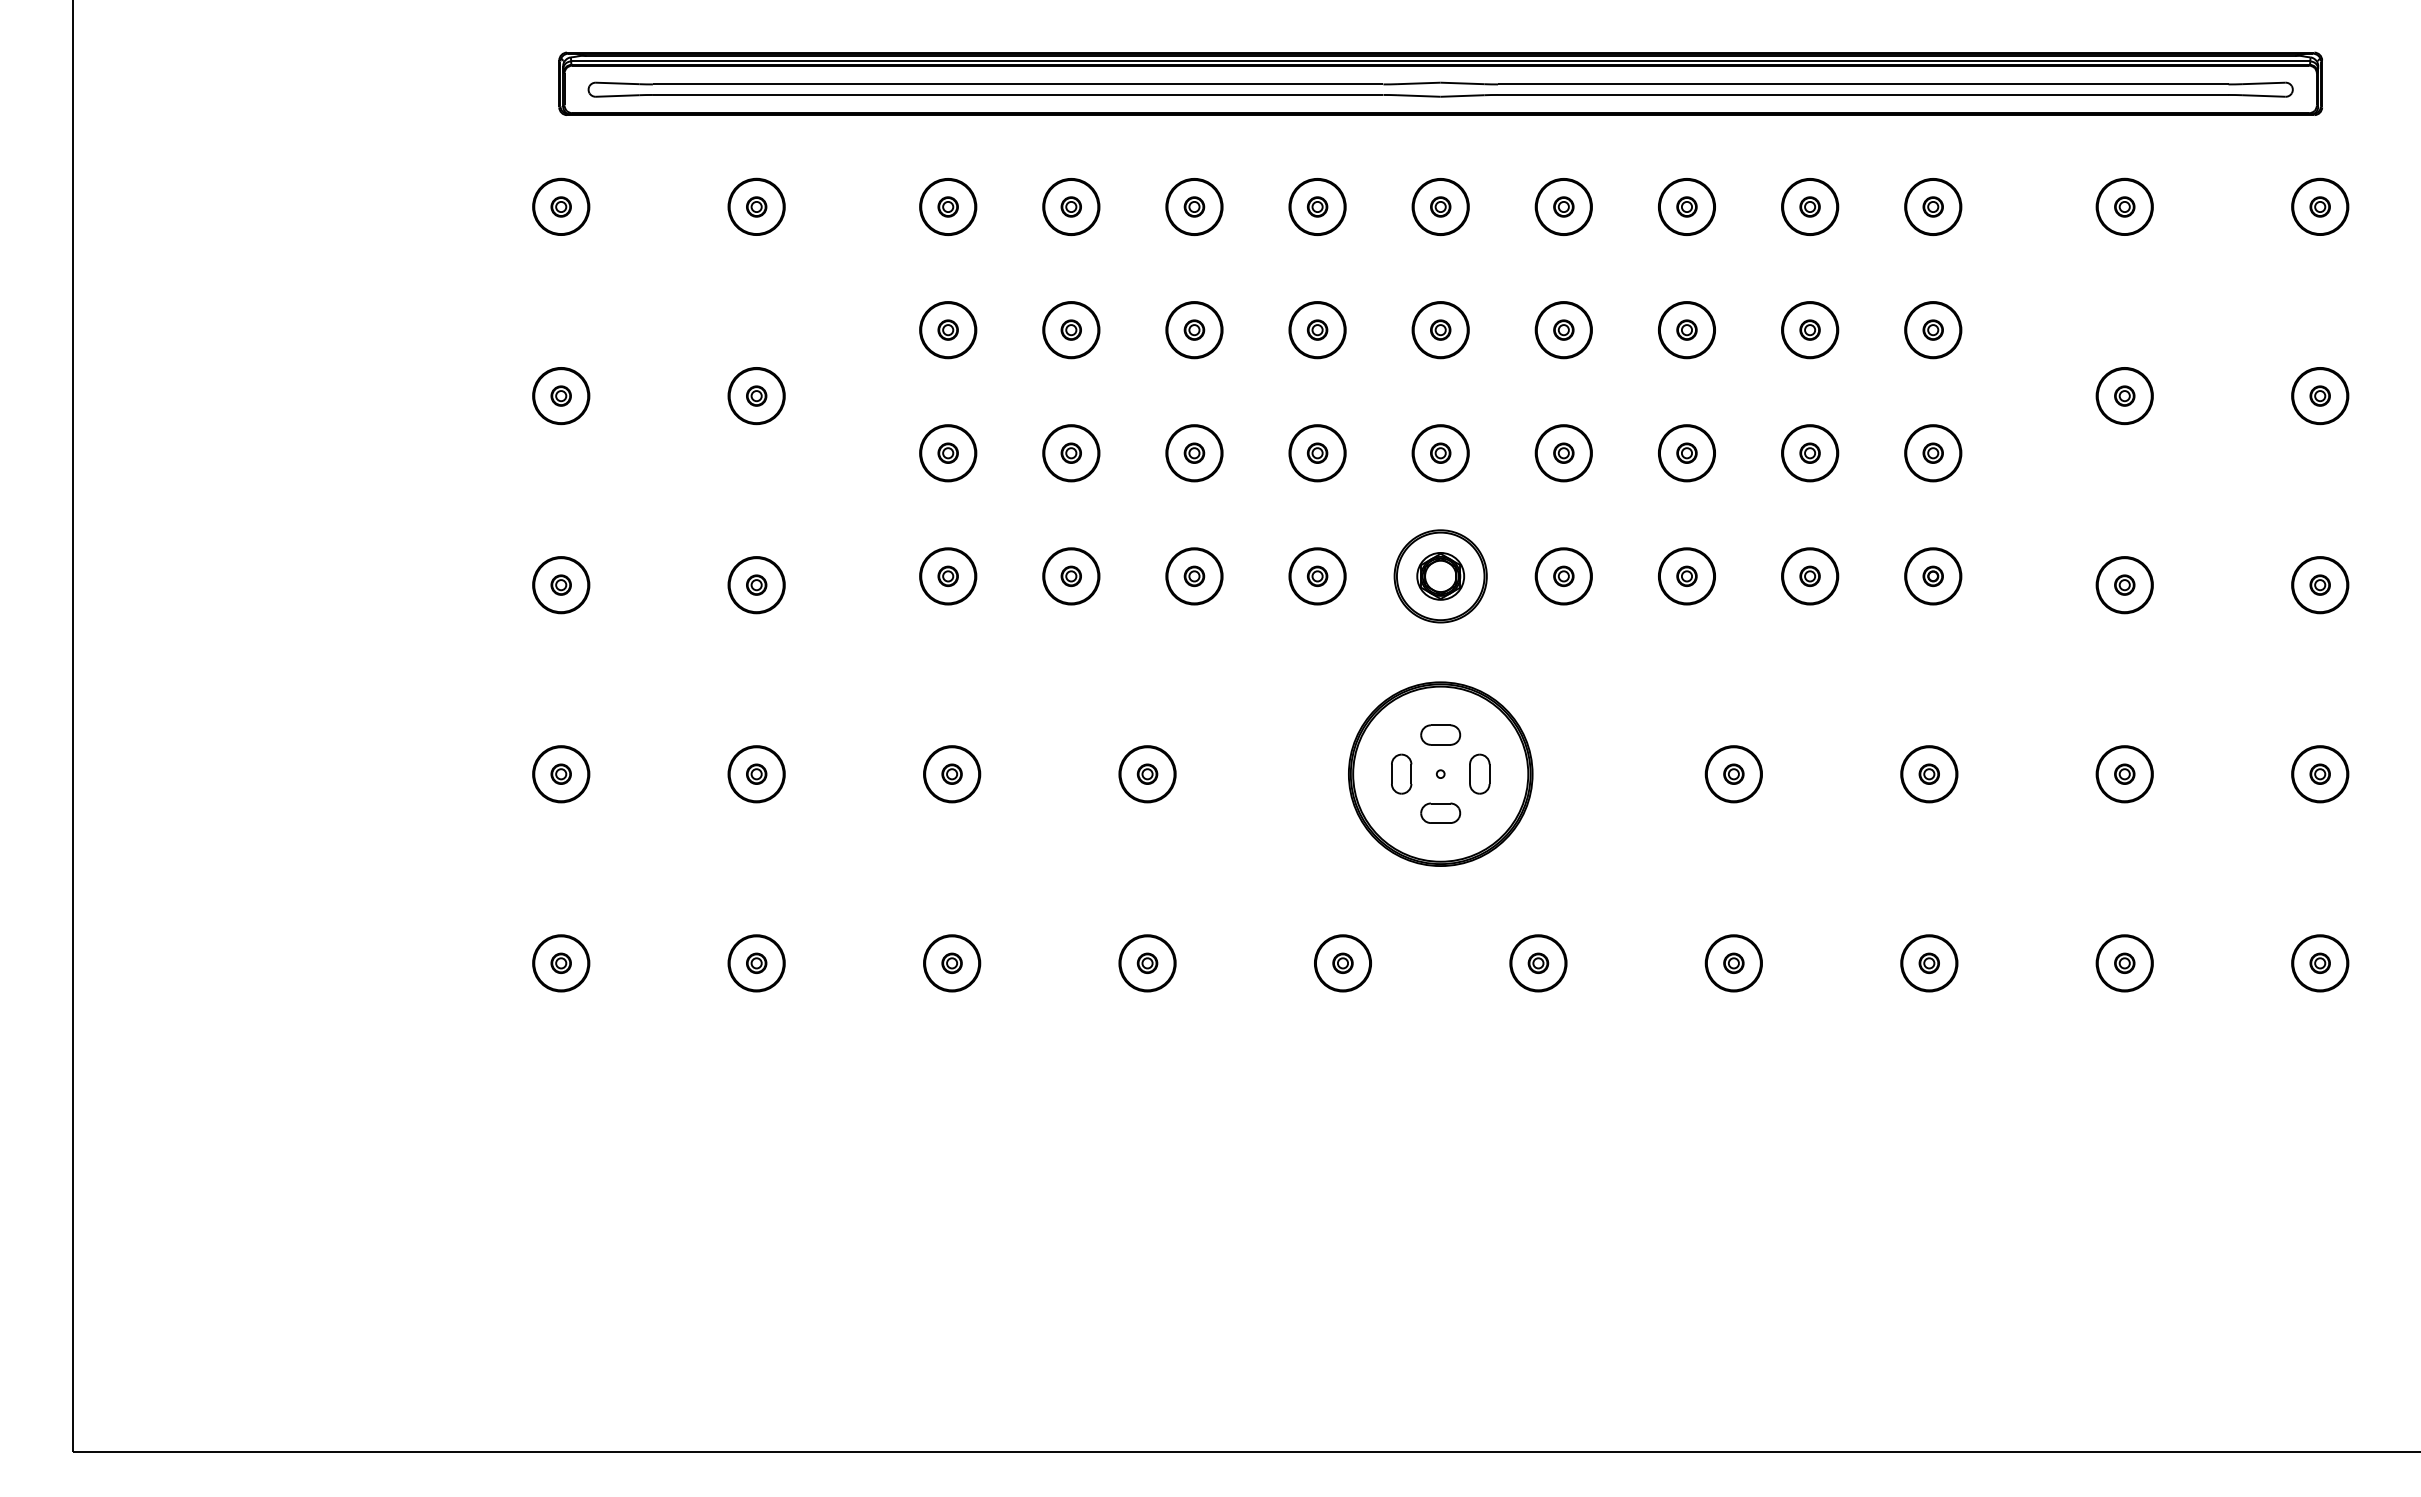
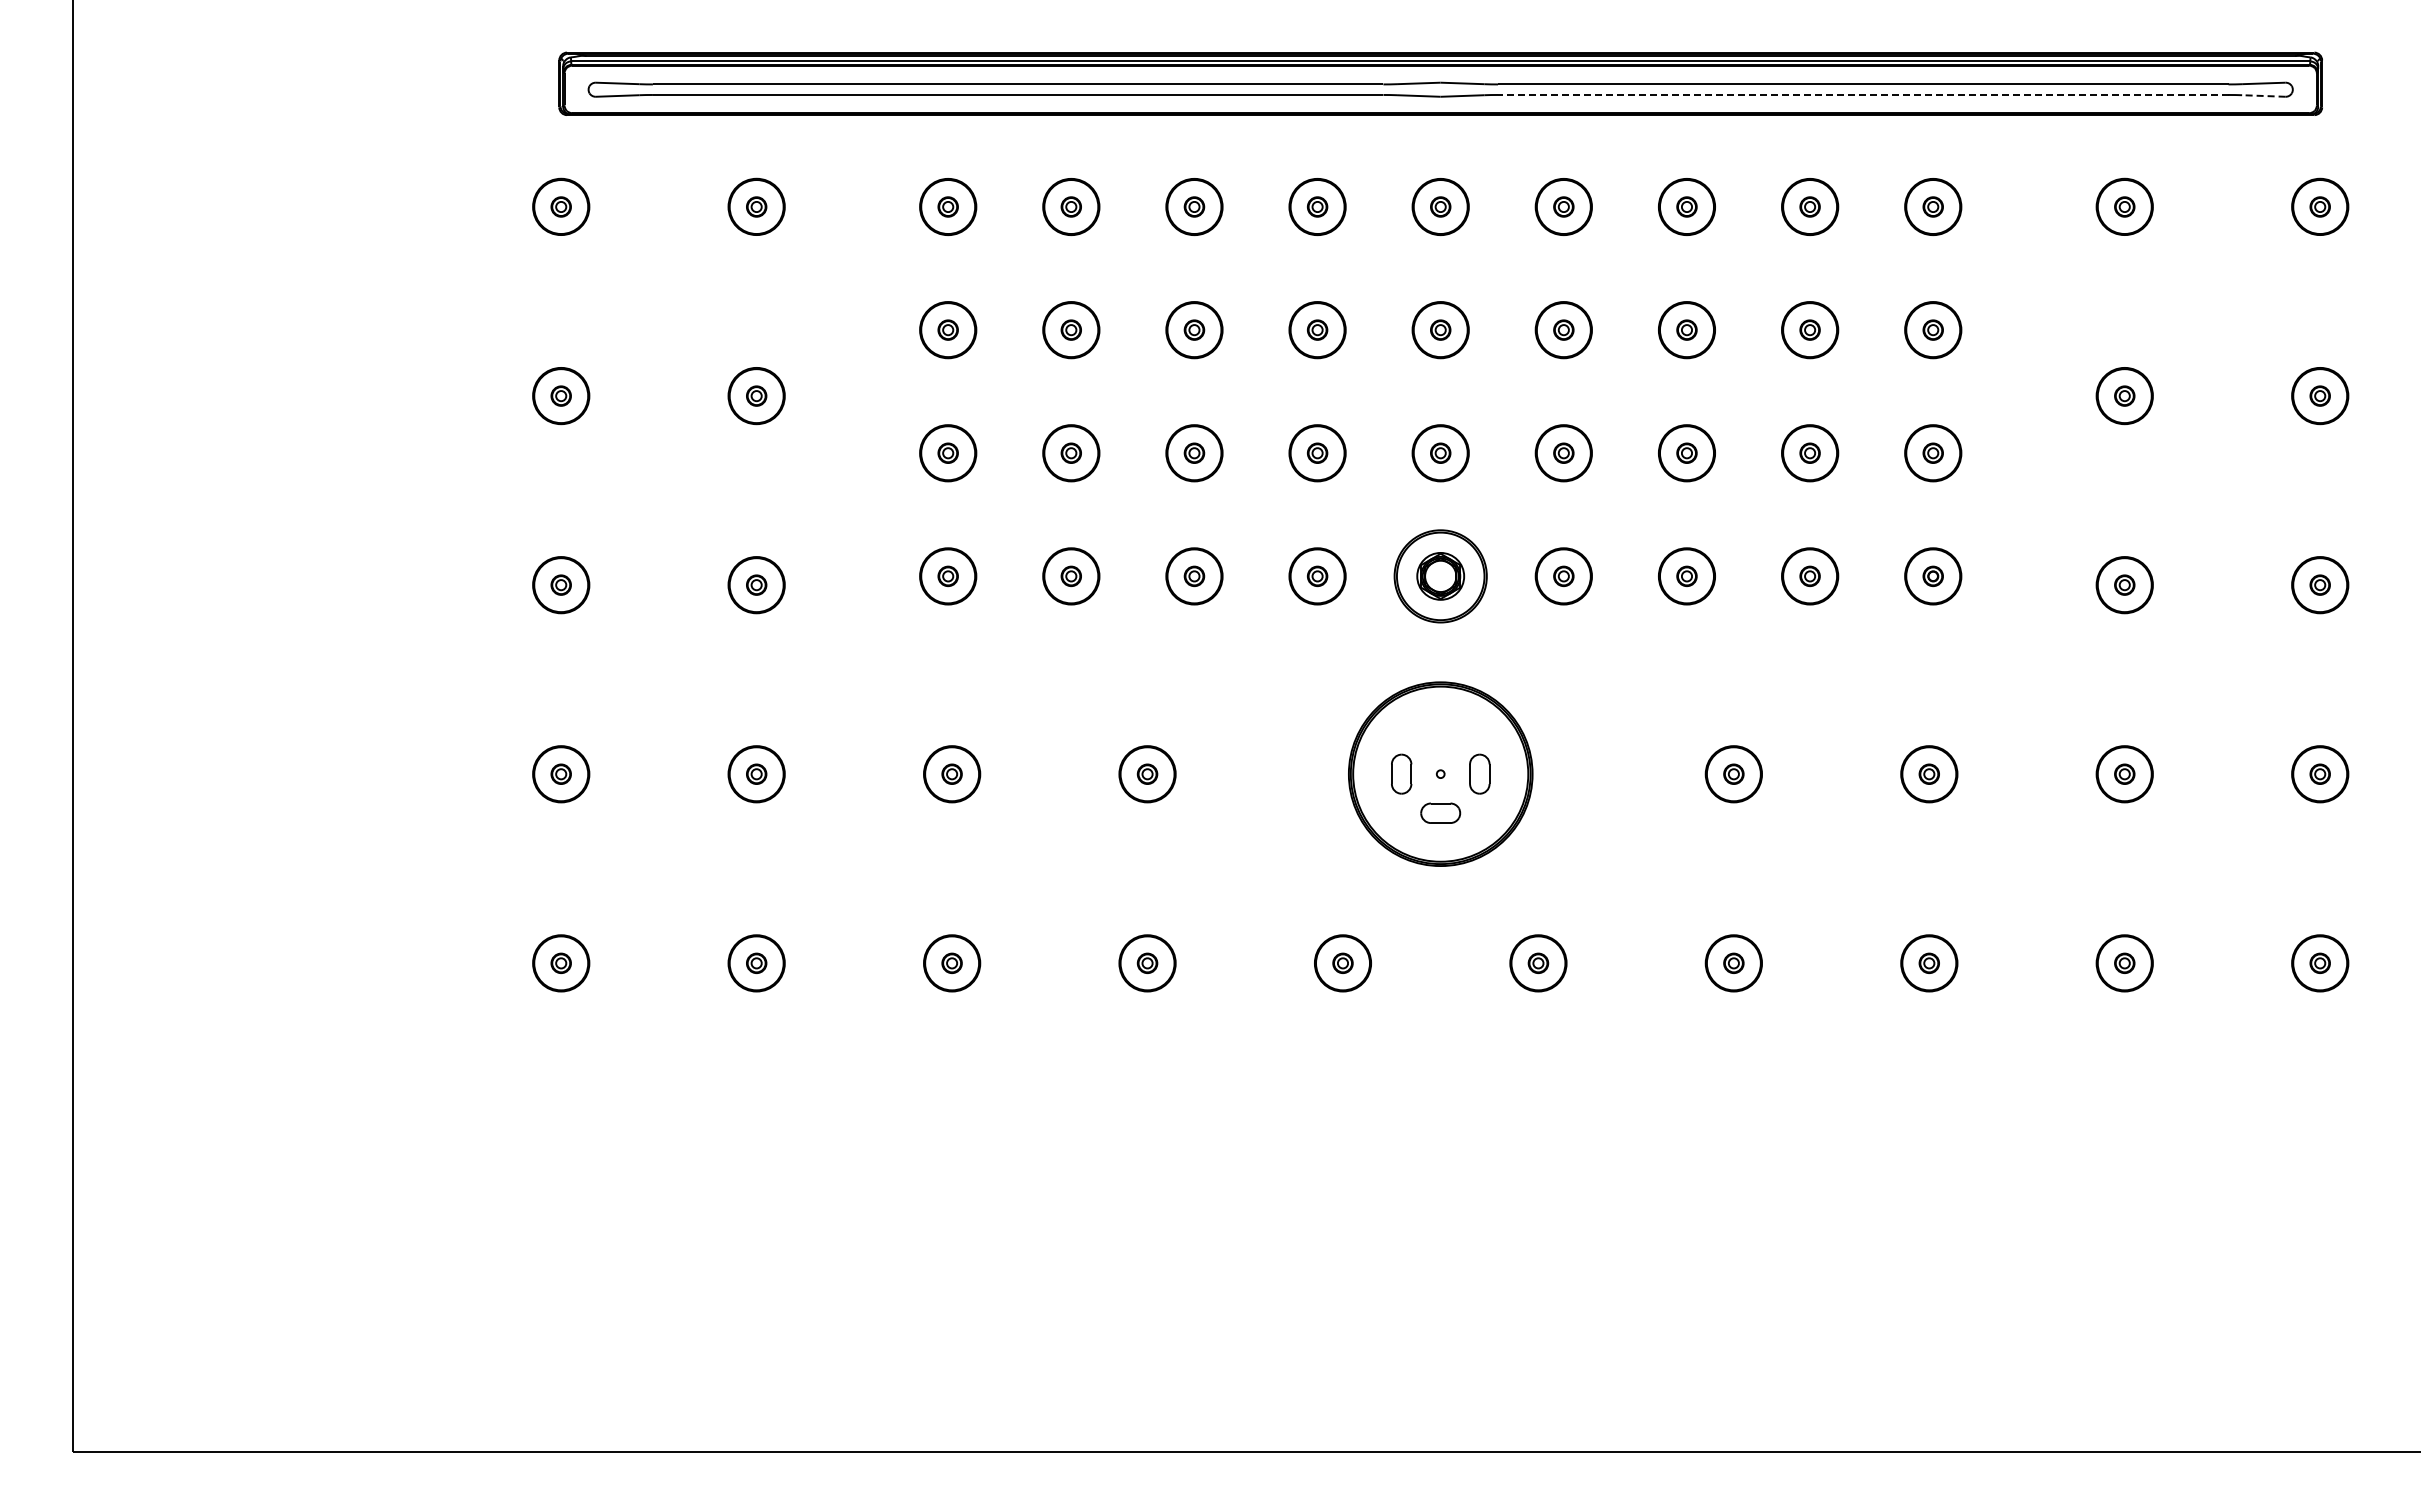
line at (1862, 94): solid -> dashed
line at (2263, 96): solid -> dashed
part at (1440, 734): present -> none
